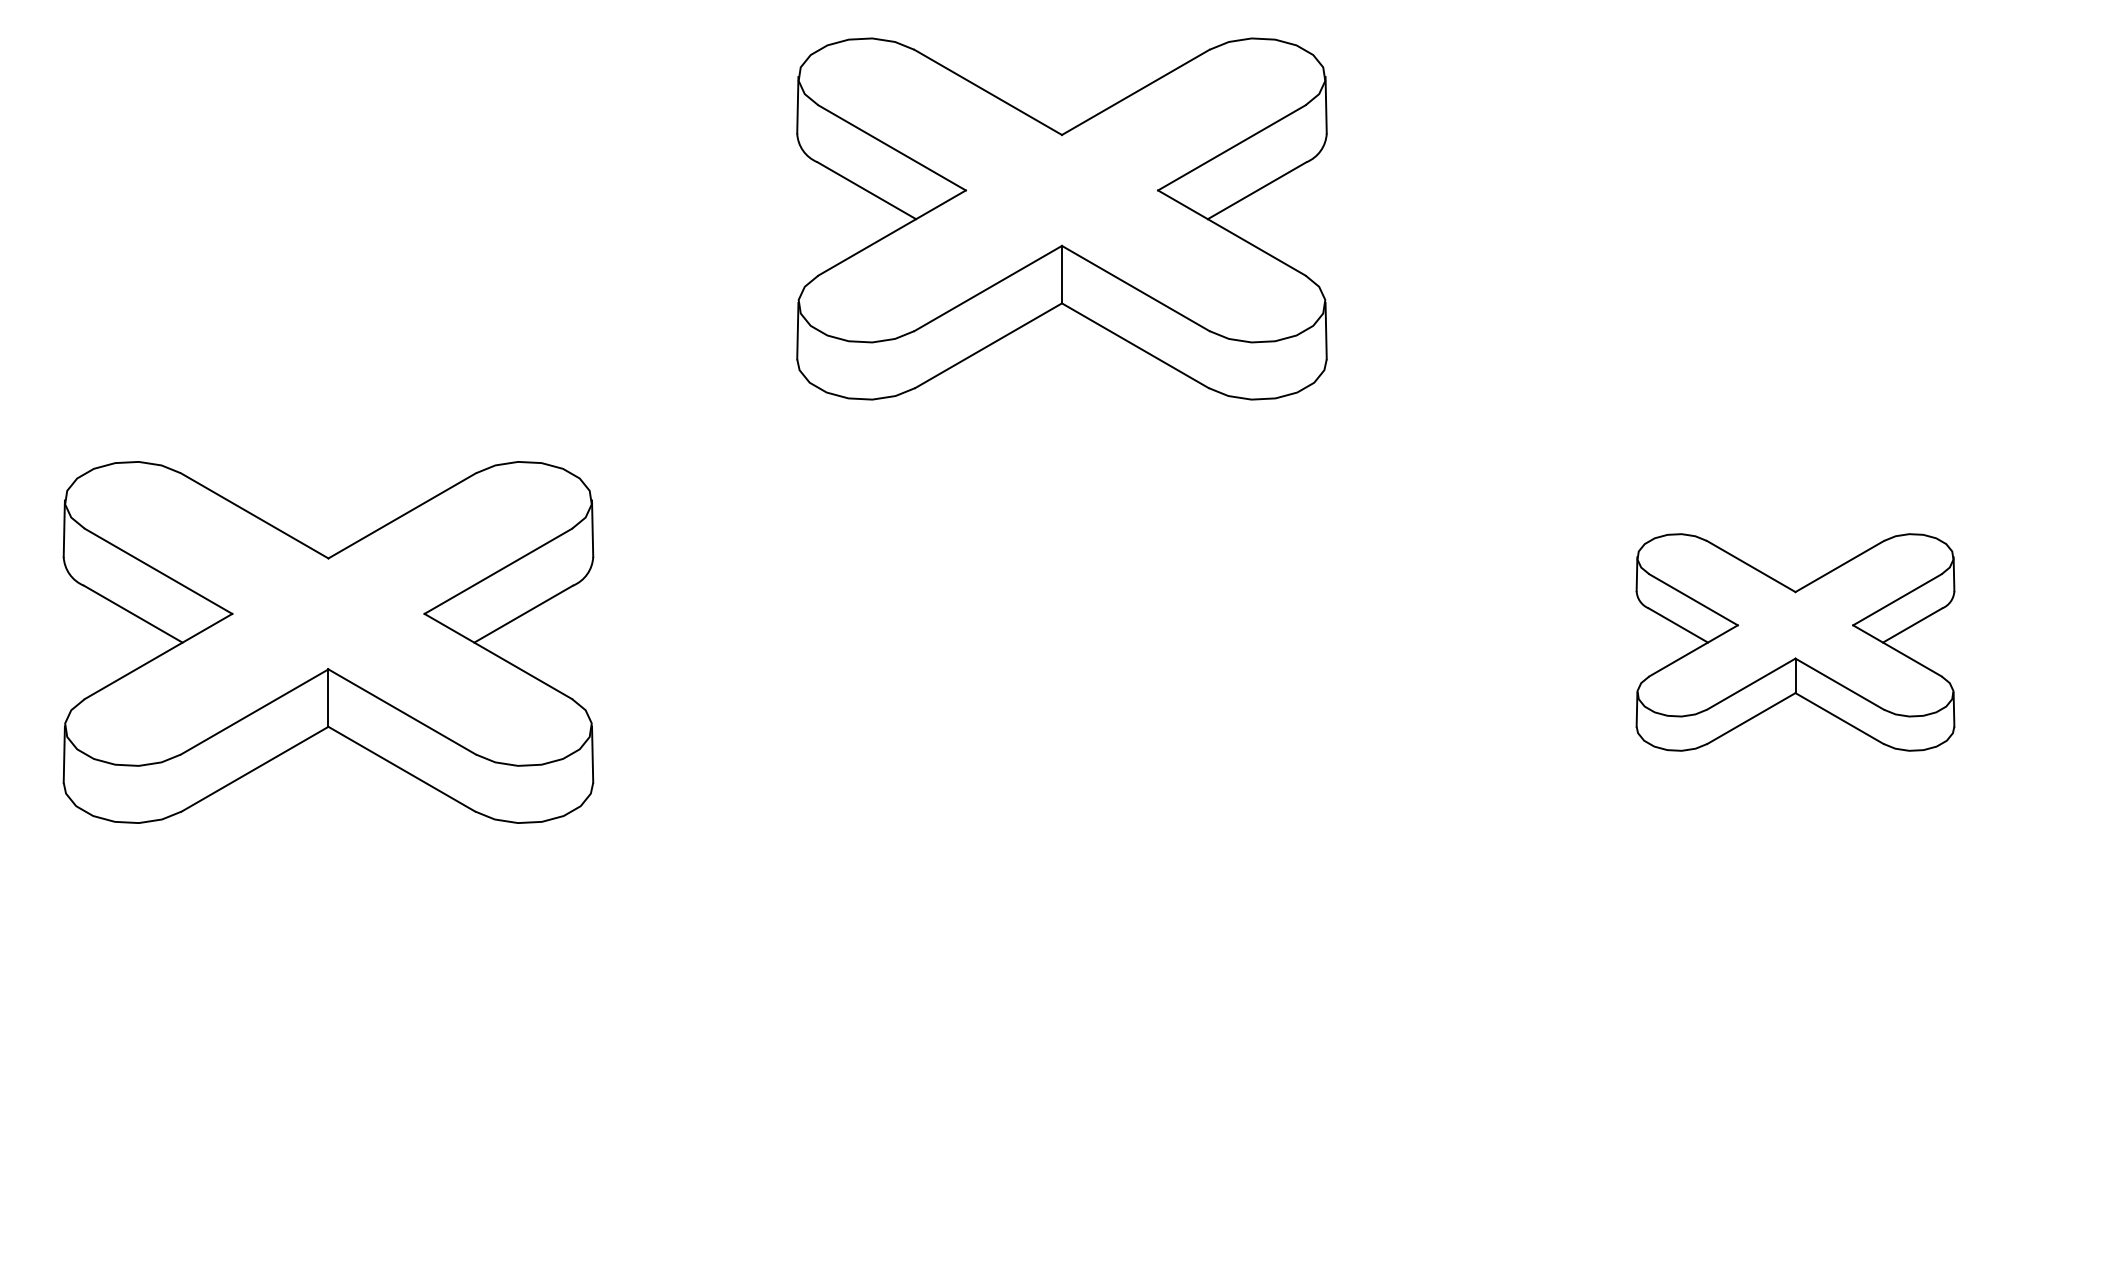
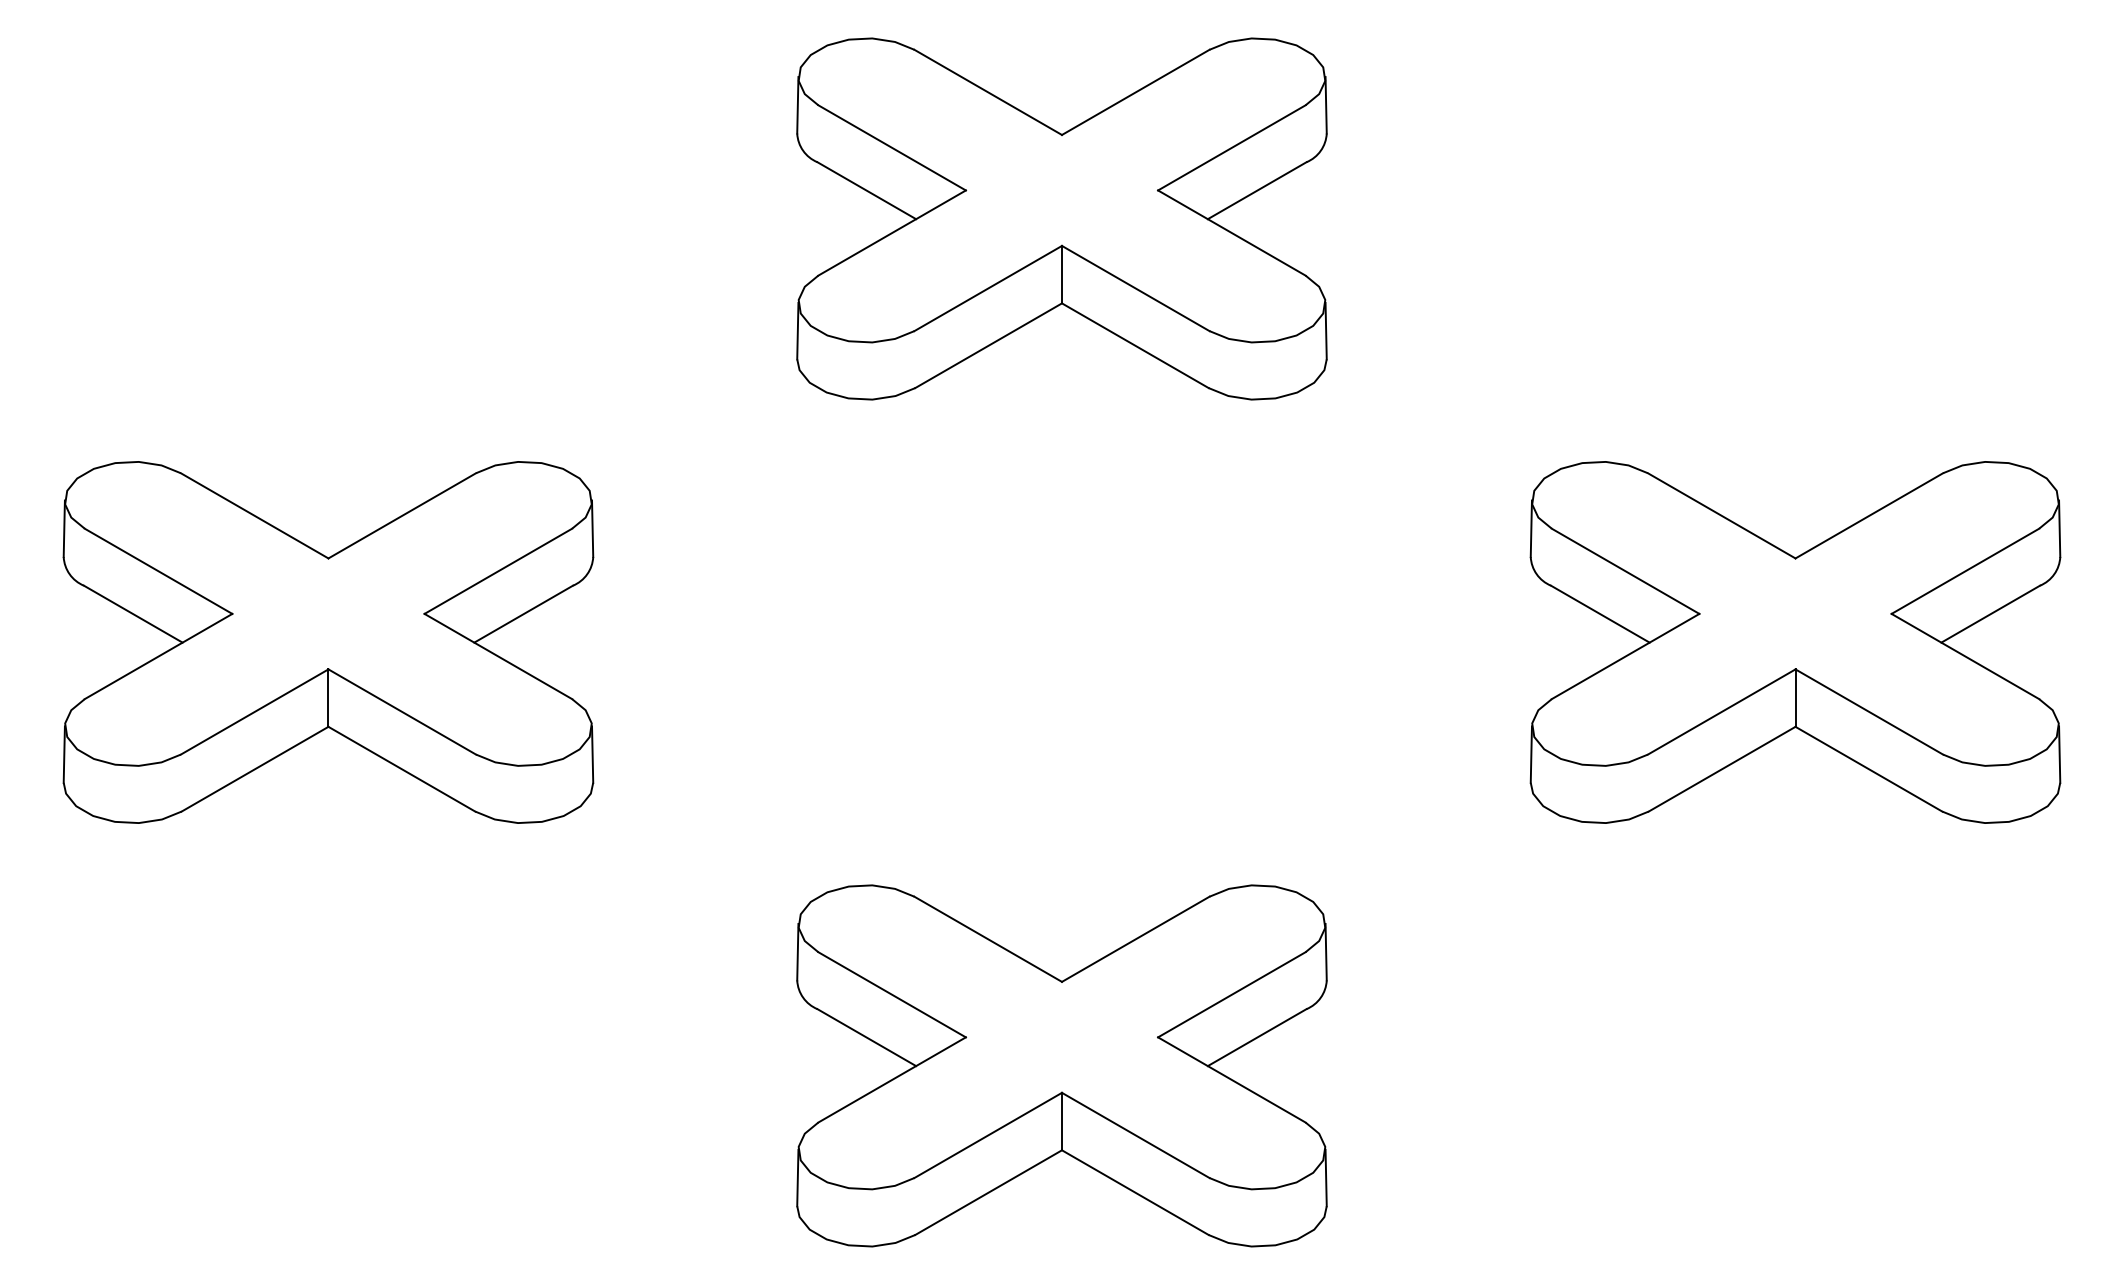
part at (1795, 642) size: 321x219 px -> 533x363 px
part at (1061, 1065): none -> present
